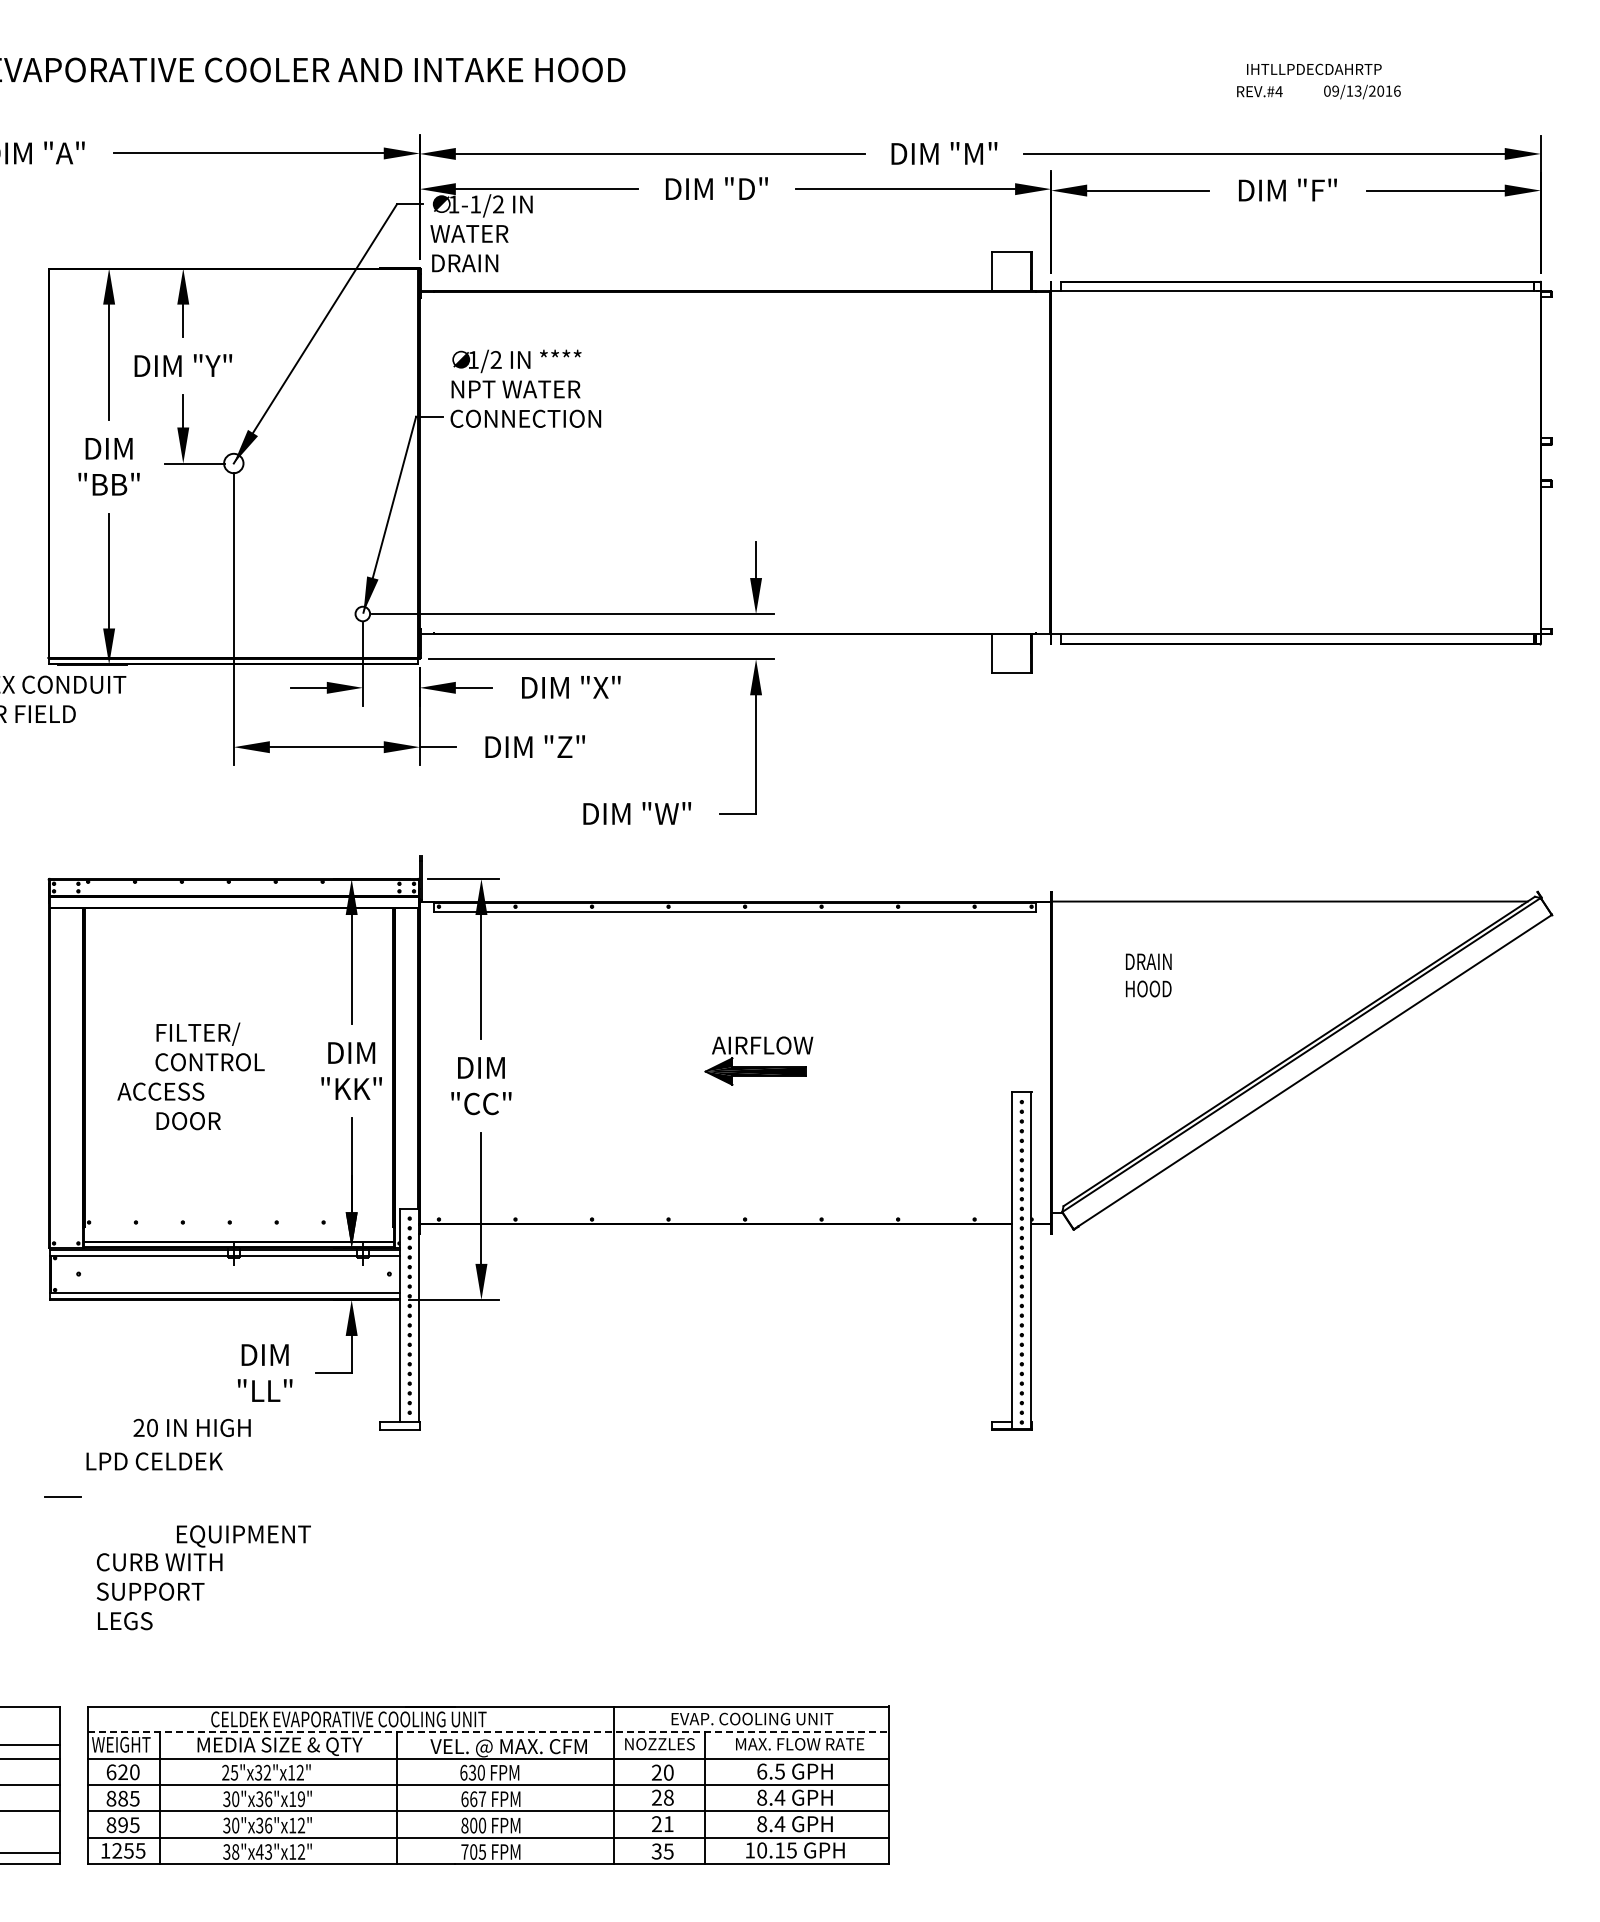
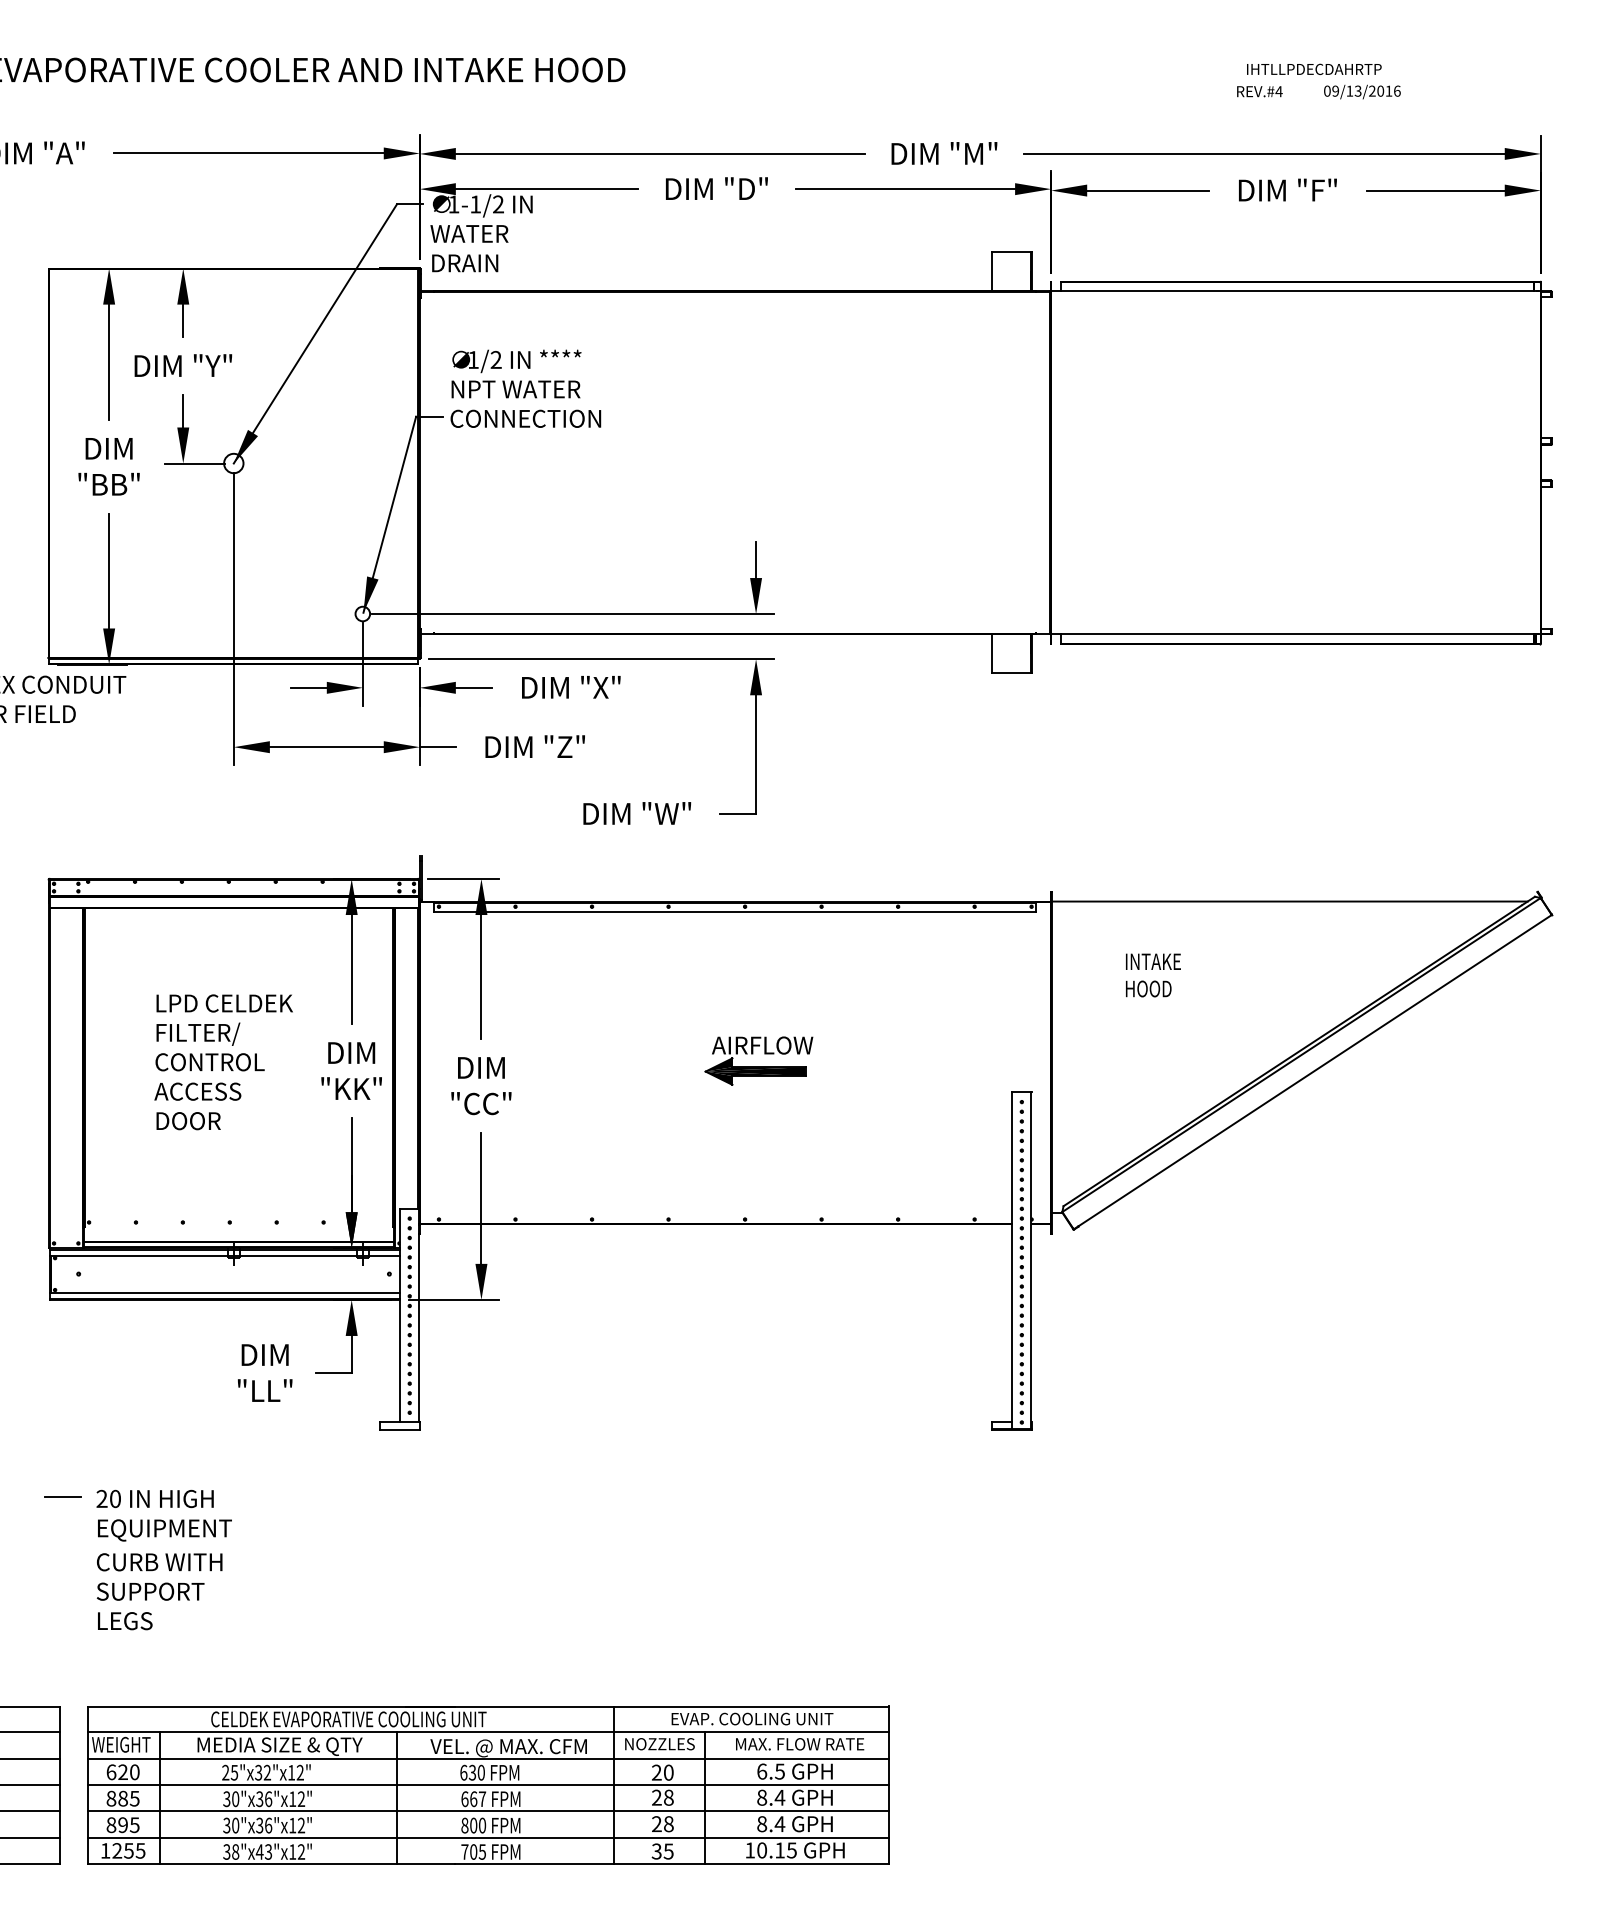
text at (1153, 961): DRAIN -> INTAKE
text at (160, 1091) position: (160, 1091) -> (197, 1091)
text at (191, 1427) position: (191, 1427) -> (154, 1498)
text at (154, 1461) position: (154, 1461) -> (224, 1003)
text at (243, 1536) position: (243, 1536) -> (164, 1530)
line at (488, 1732): dashed -> solid
line at (30, 1745) position: (30, 1745) -> (30, 1732)
text at (301, 1799): 30"x36"x19" -> 30"x36"x12"
text at (668, 1824): 21 -> 28
line at (30, 1852) position: (30, 1852) -> (30, 1837)
